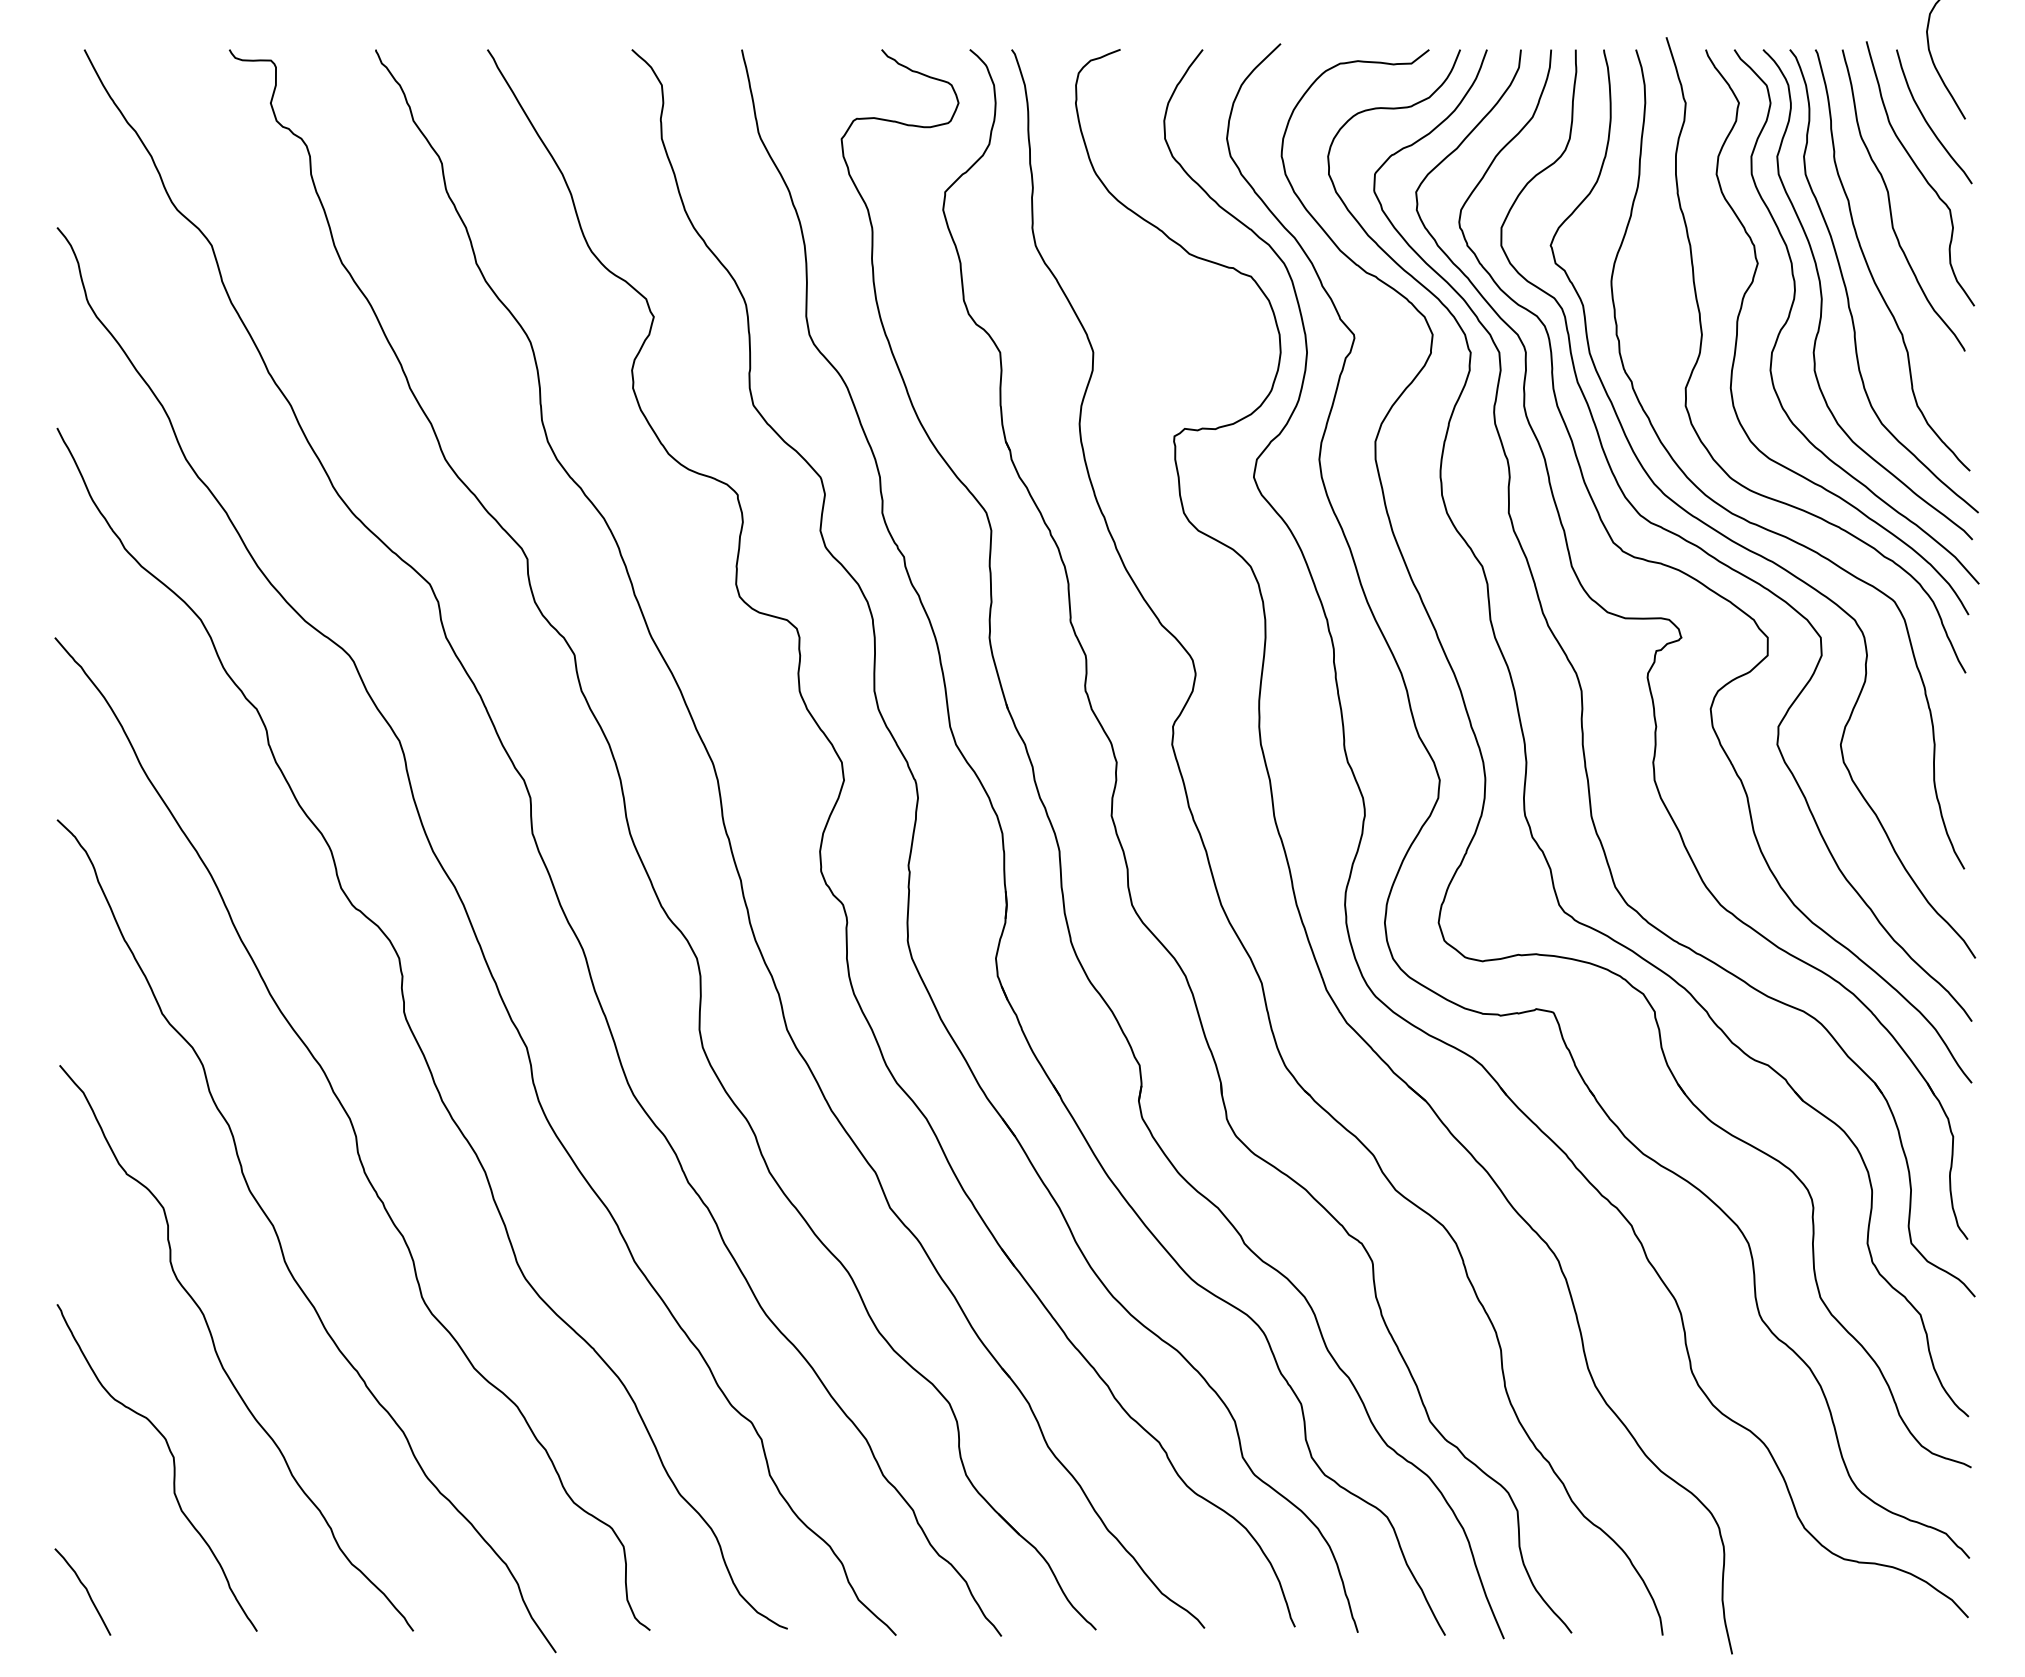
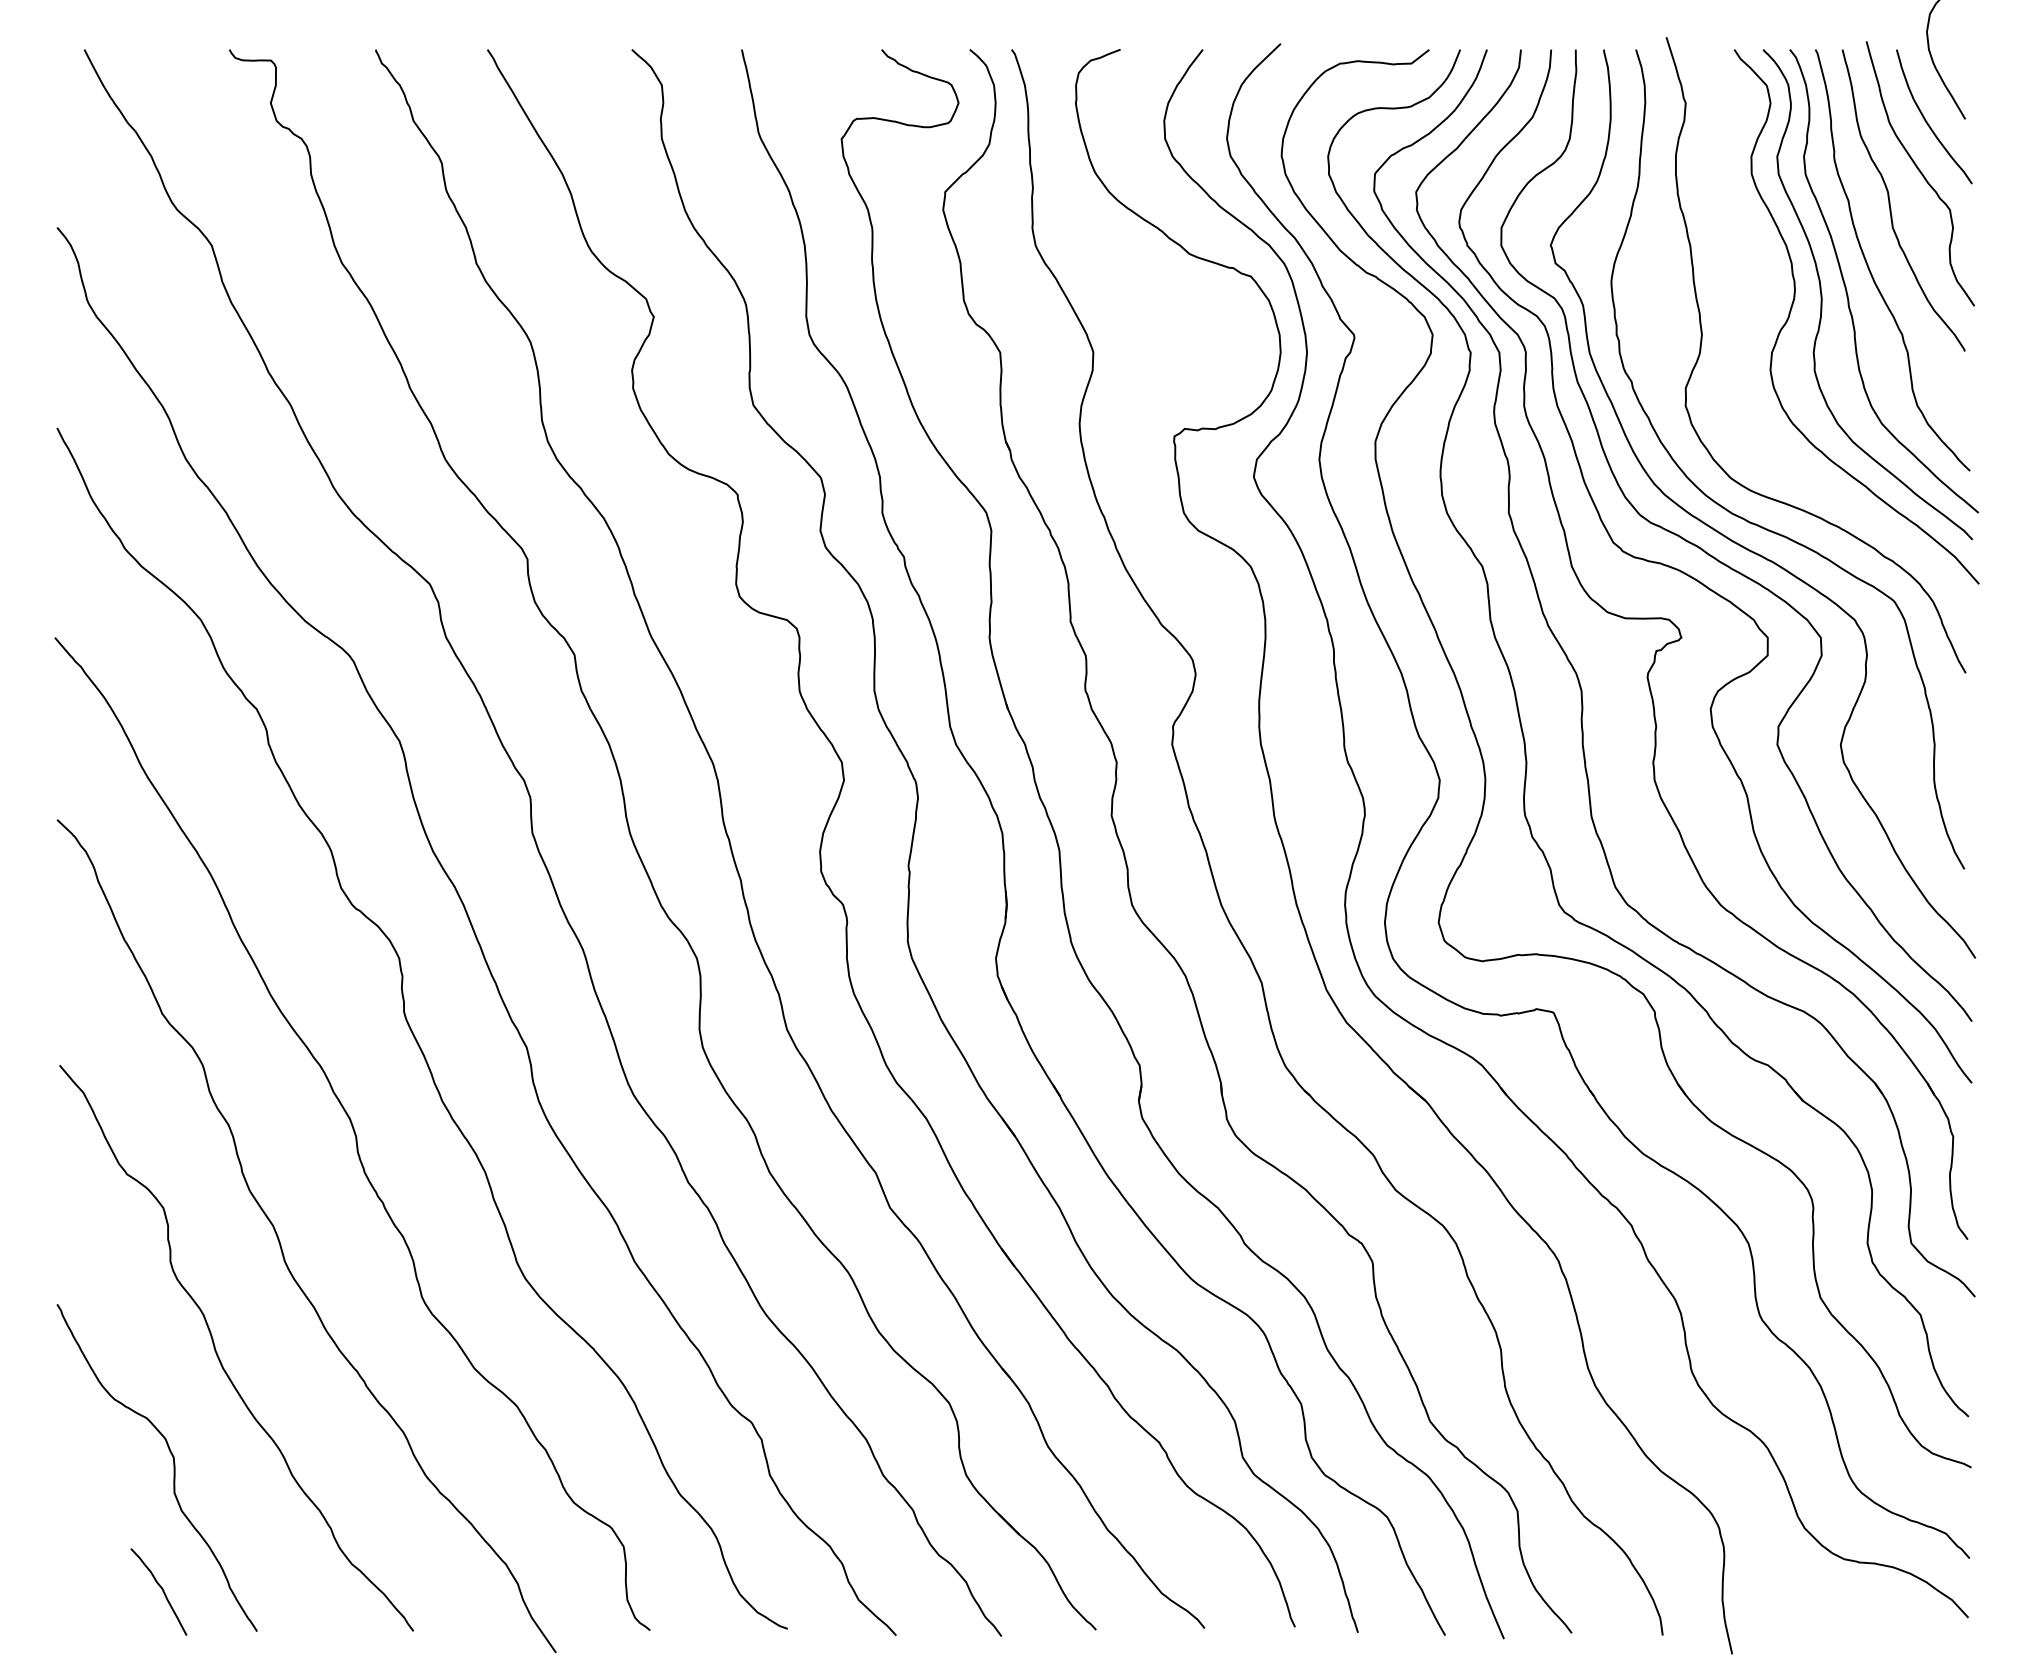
curve at (1752, 284): present -> none
curve at (84, 1588) position: (84, 1588) -> (160, 1588)
